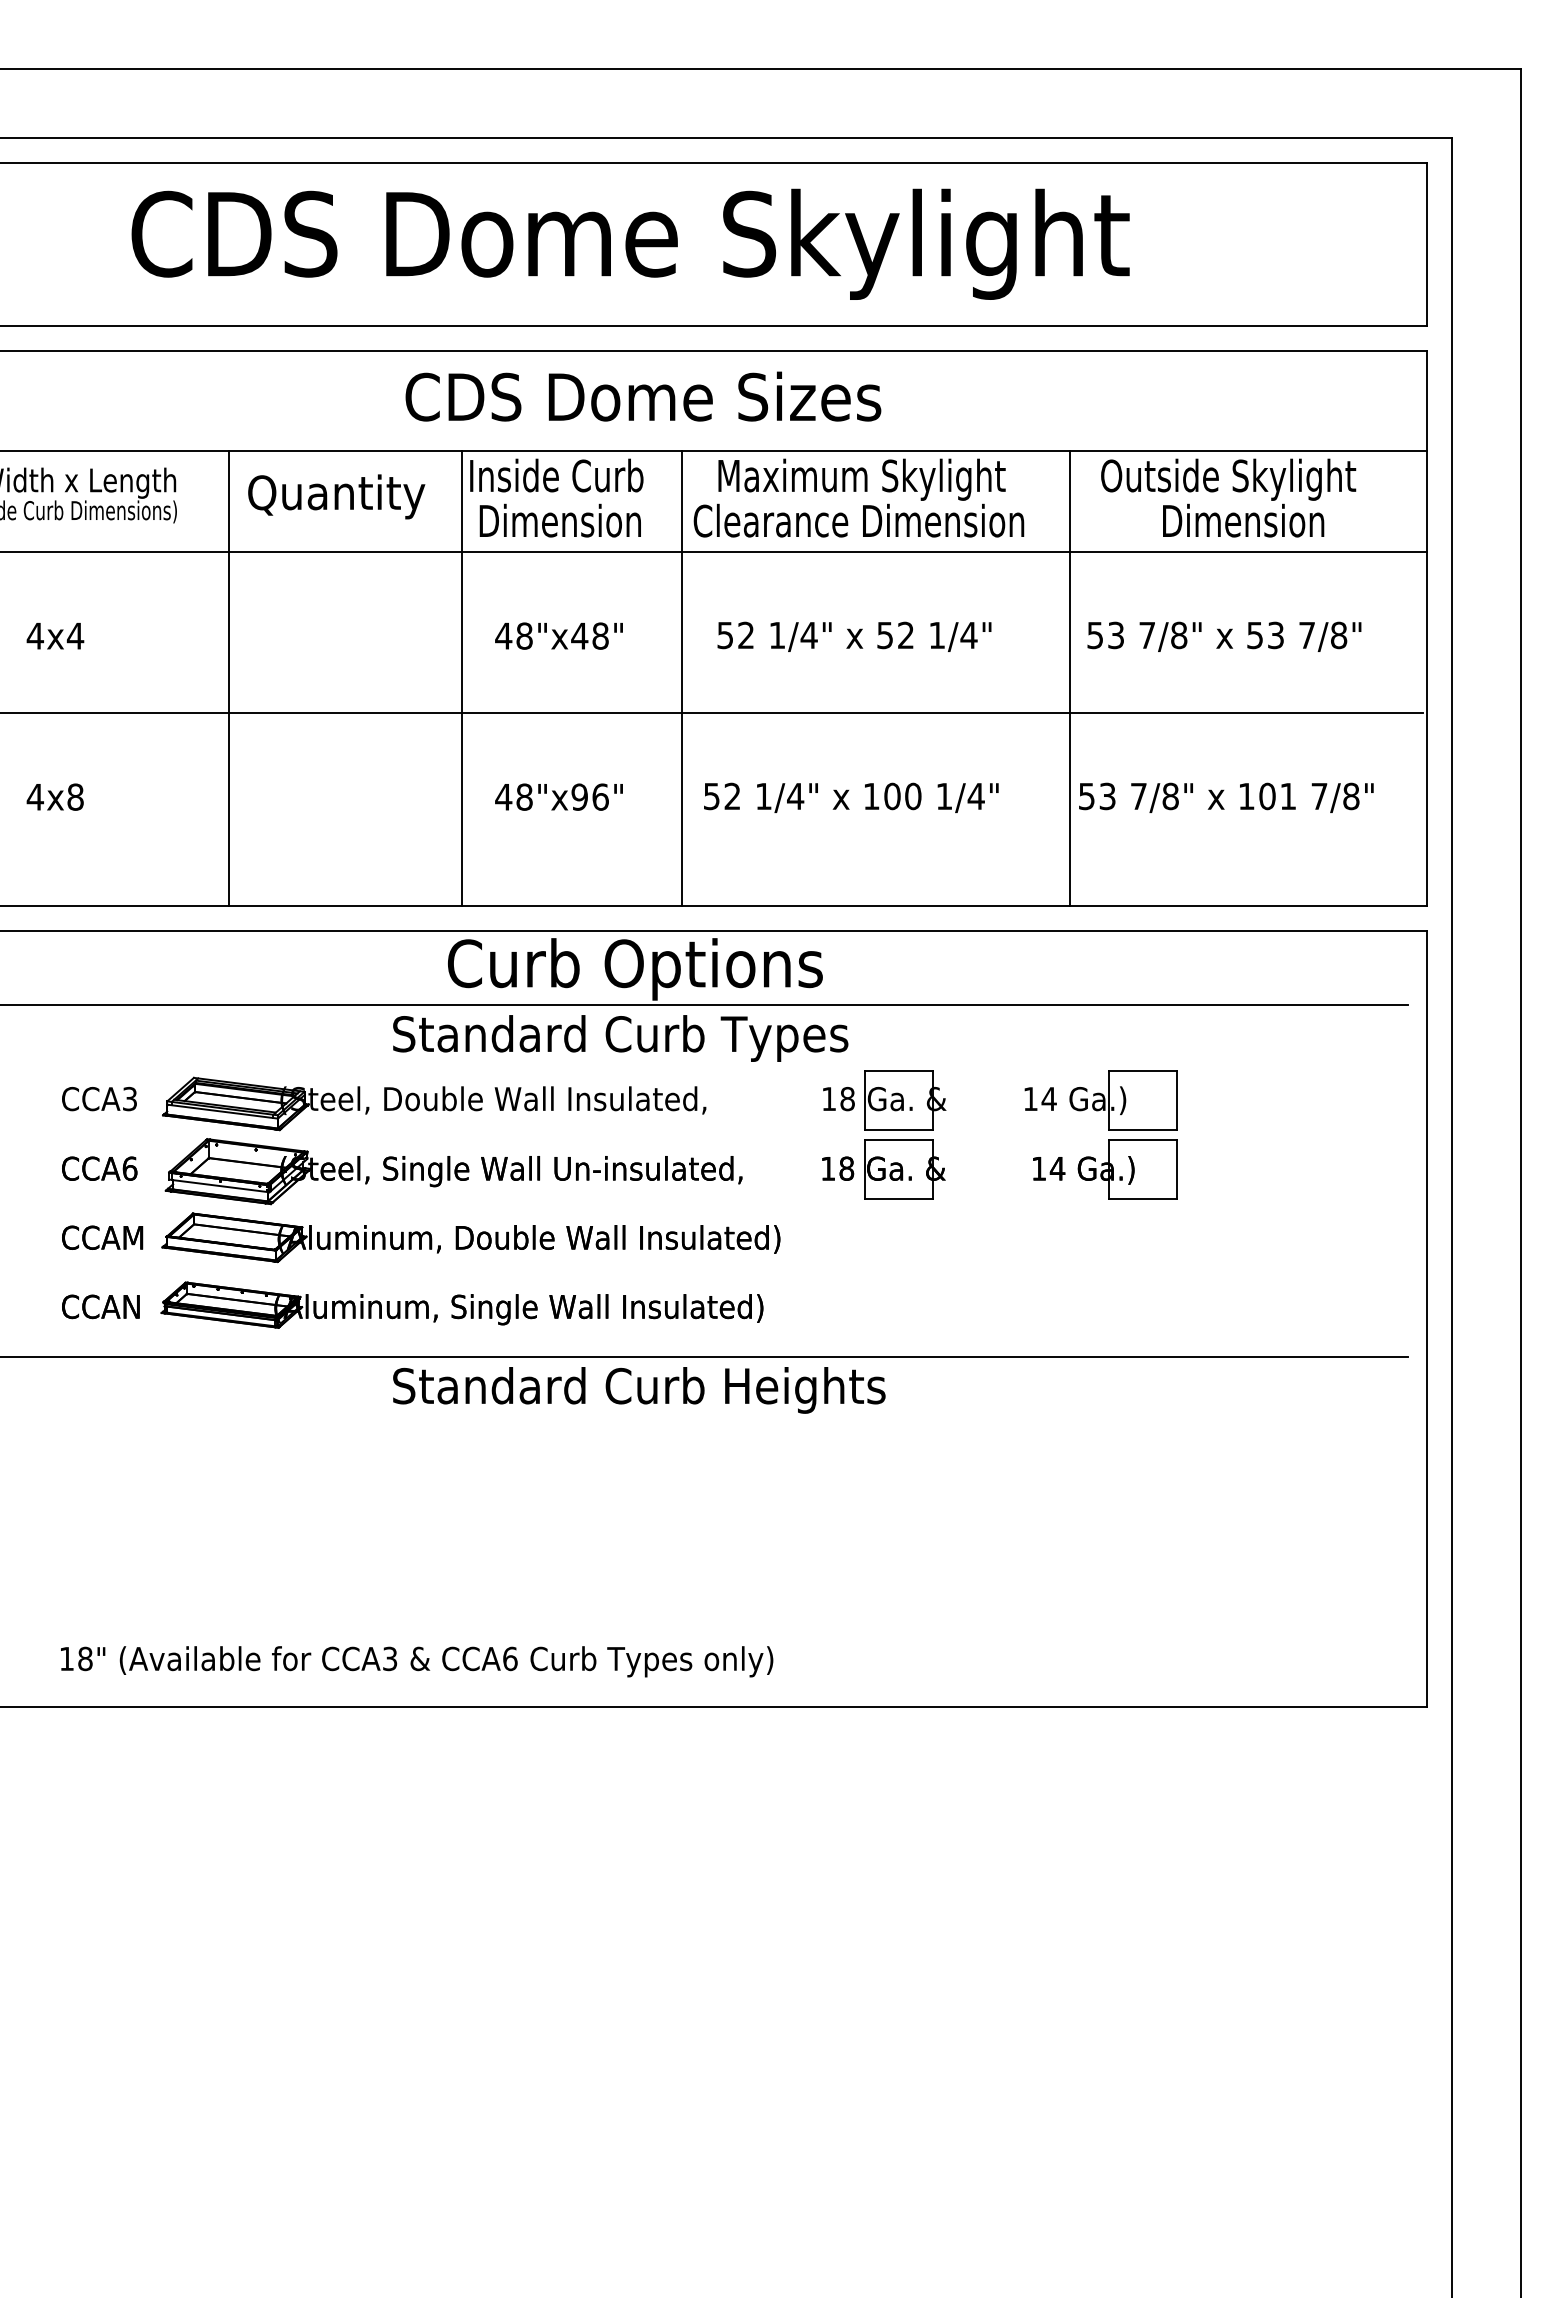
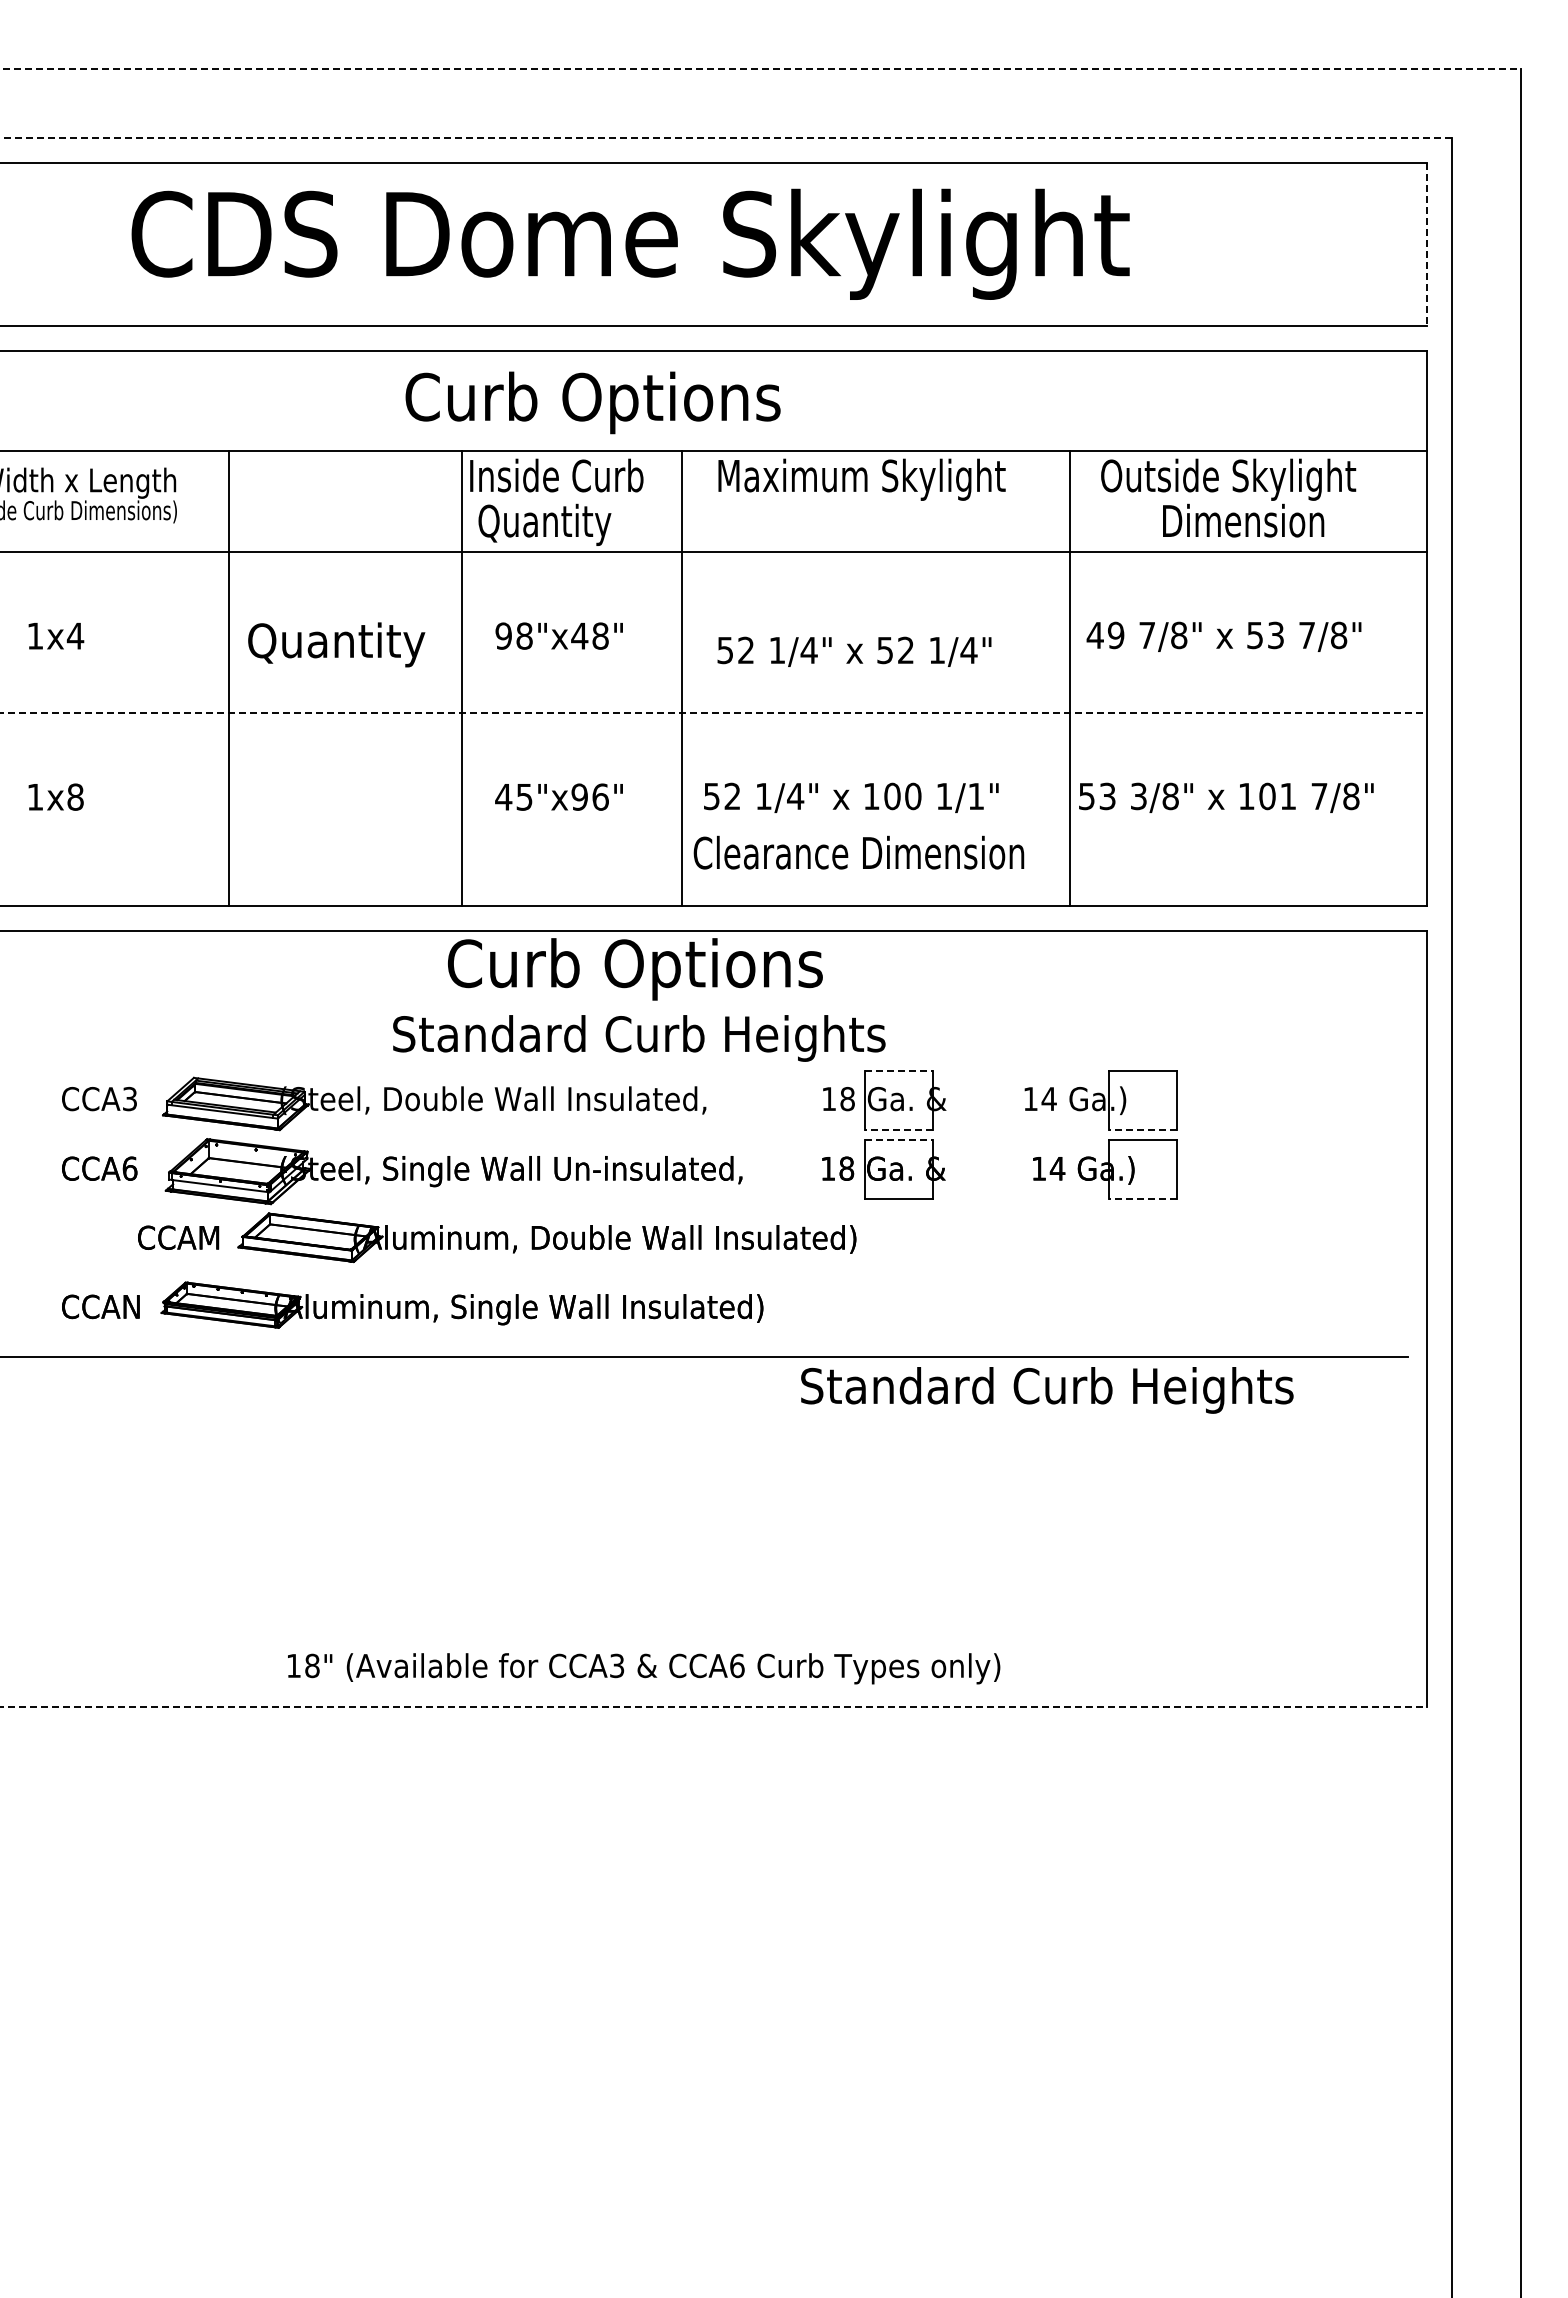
line at (760, 68): solid -> dashed
line at (725, 138): solid -> dashed
line at (1427, 244): solid -> dashed
text at (664, 402): CDS Dome Sizes -> Curb Options
text at (336, 496) position: (336, 496) -> (336, 644)
text at (858, 520) position: (858, 520) -> (858, 852)
text at (559, 524): Dimension -> Quantity
text at (34, 635): 4x4 -> 1x4
text at (503, 635): 48"x48" -> 98"x48"
text at (1105, 635): 53 -> 49
text at (854, 636) position: (854, 636) -> (854, 651)
line at (711, 713): solid -> dashed
text at (524, 796): 48"x96" -> 45"x96"
text at (975, 796): 1/4" -> 1/1"
text at (1138, 796): 7/8" -> 3/8"
text at (34, 797): 4x8 -> 1x8
line at (704, 1004): present -> none
text at (802, 1038): Standard Curb Types -> Standard Curb Heights
line at (898, 1070): solid -> dashed
line at (898, 1129): solid -> dashed
line at (1143, 1129): solid -> dashed
line at (898, 1139): solid -> dashed
line at (1143, 1198): solid -> dashed
part at (421, 1237) position: (421, 1237) -> (497, 1237)
text at (639, 1390) position: (639, 1390) -> (1047, 1390)
text at (417, 1661) position: (417, 1661) -> (644, 1668)
line at (714, 1706): solid -> dashed
